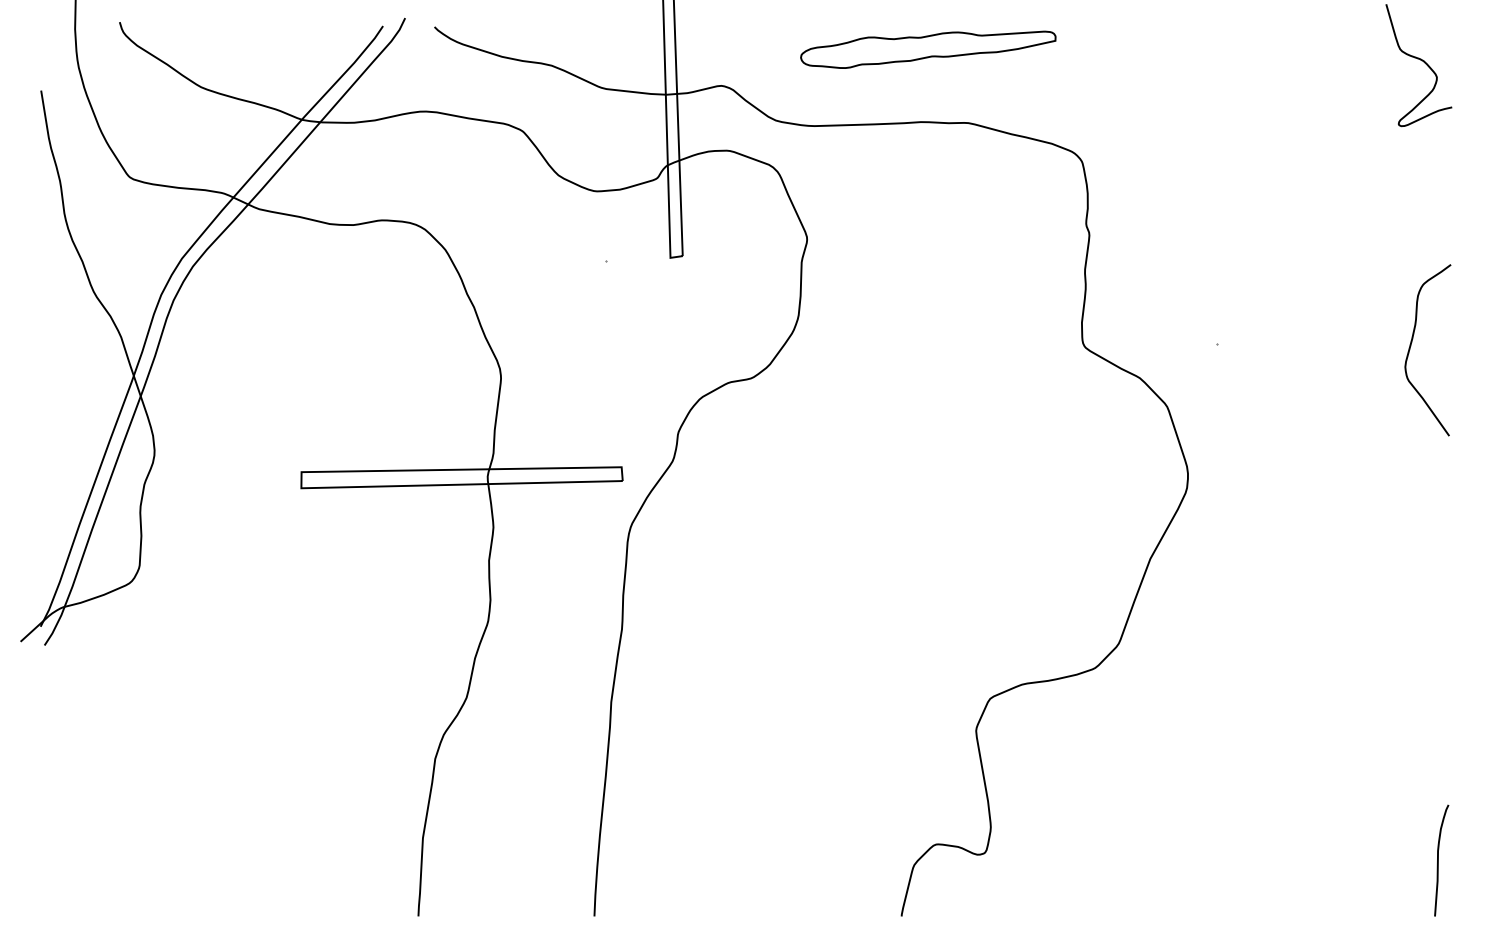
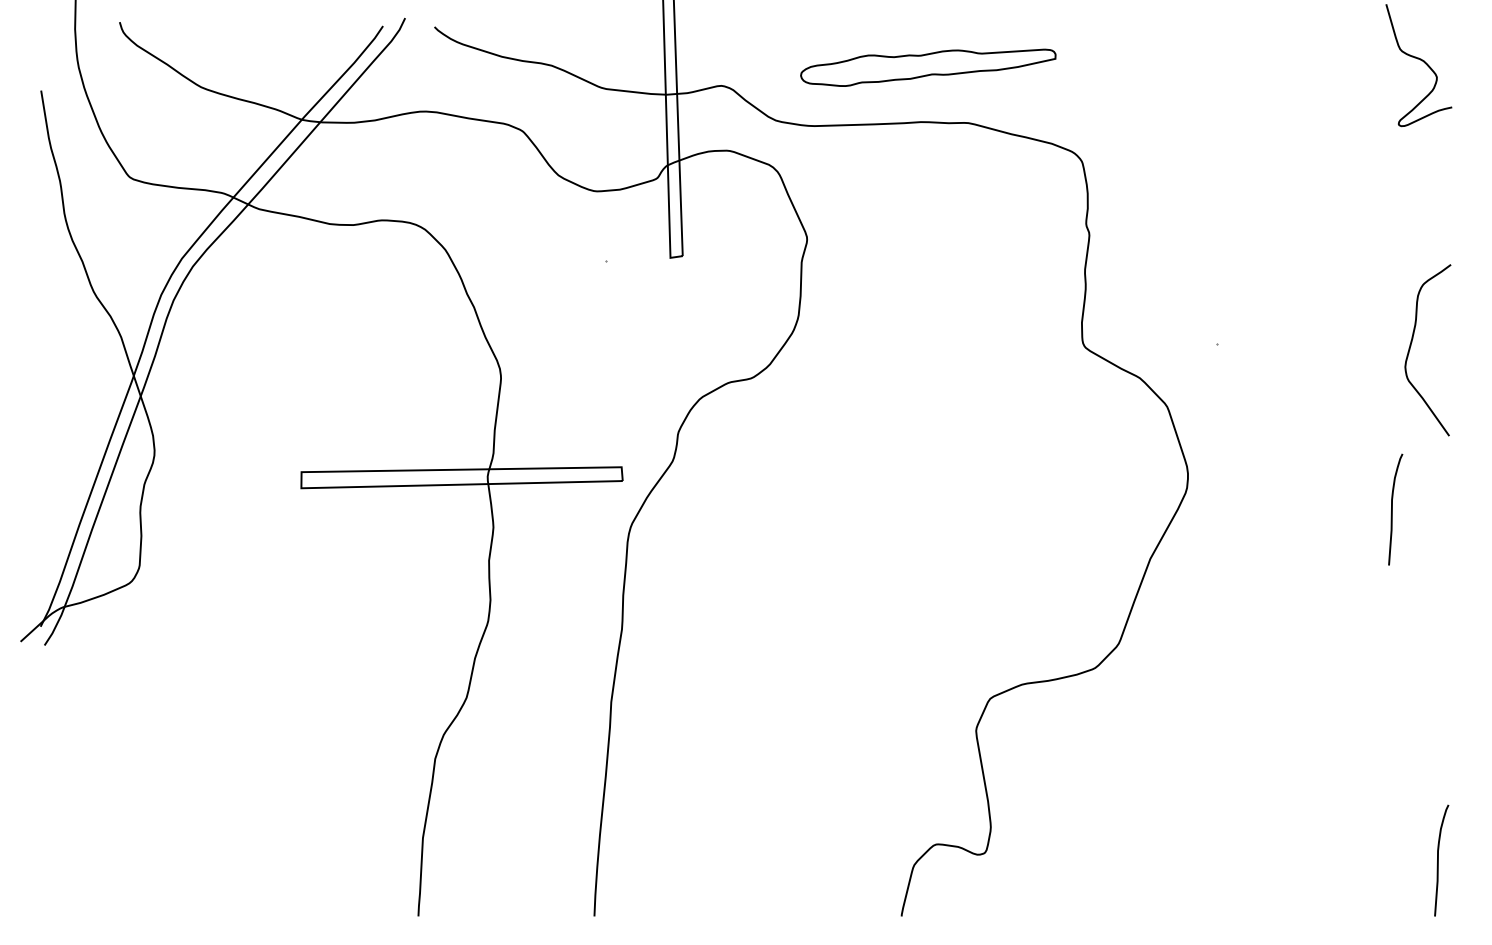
part at (928, 49) position: (928, 49) -> (928, 67)
curve at (1392, 509): none -> present
